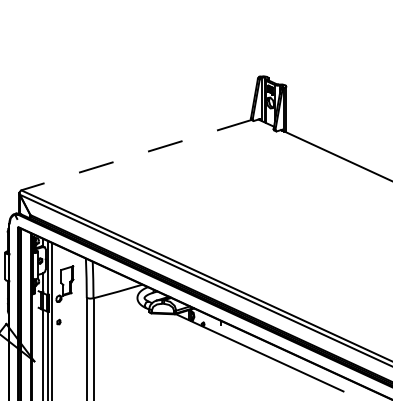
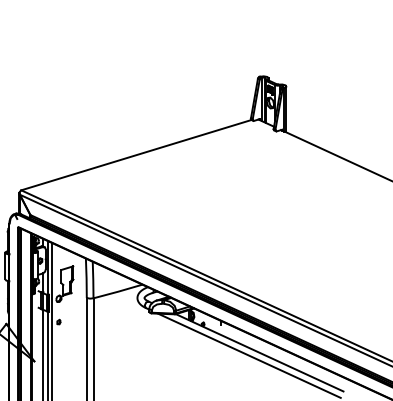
line at (135, 155): dashed -> solid
line at (249, 355): none -> present
